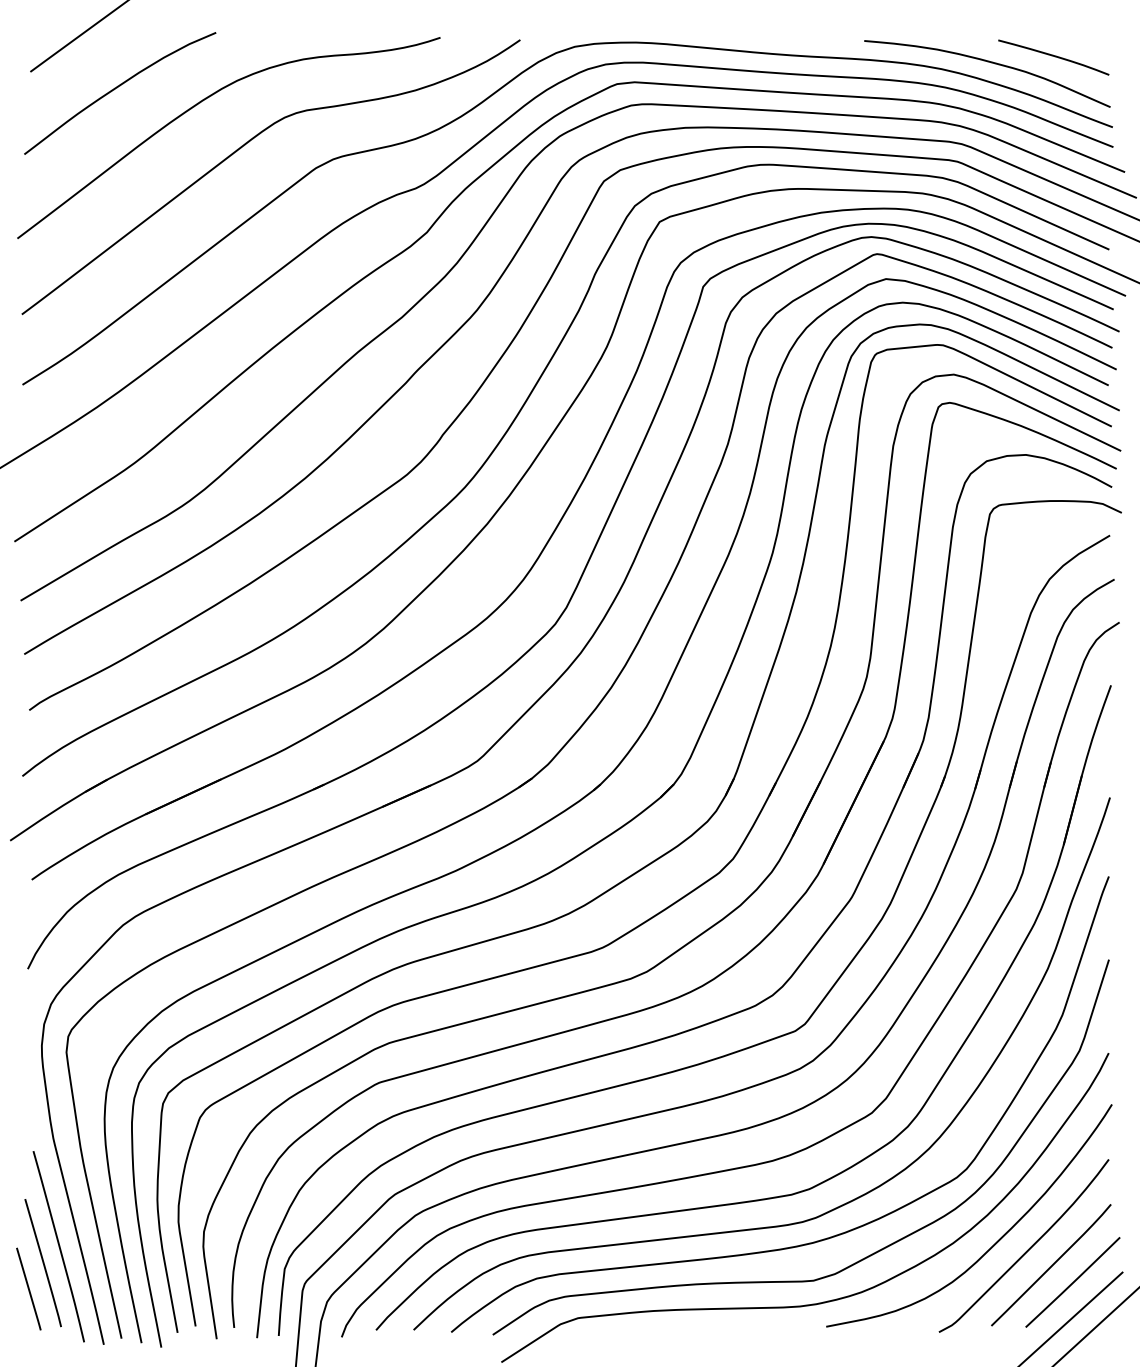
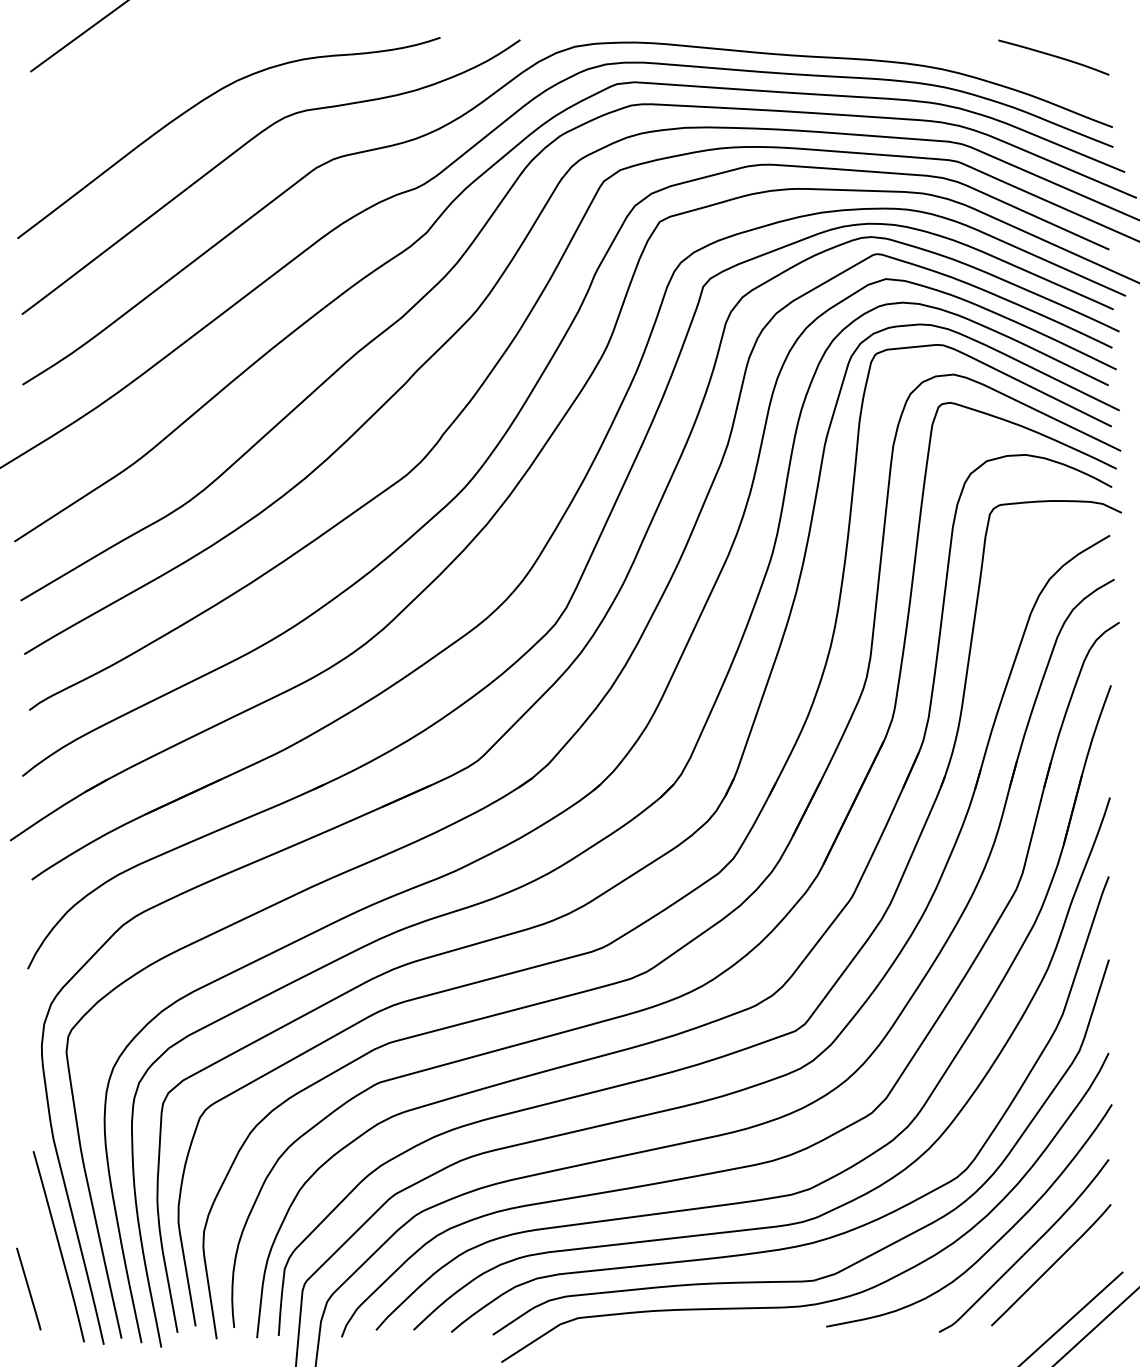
curve at (991, 63): present -> none
curve at (117, 88): present -> none
line at (42, 1263): present -> none
line at (1072, 1282): present -> none
